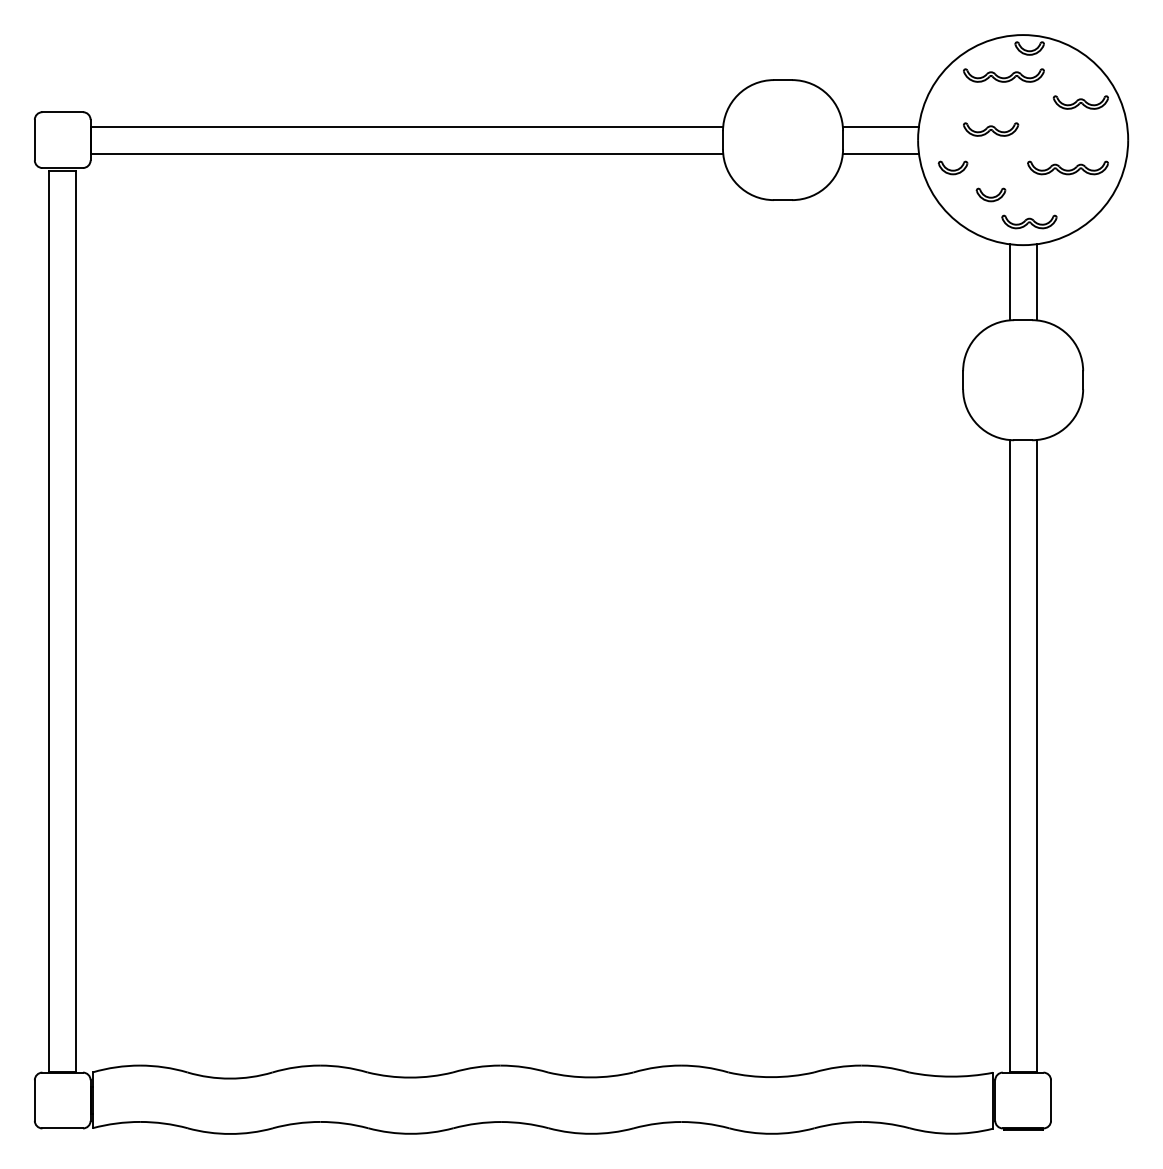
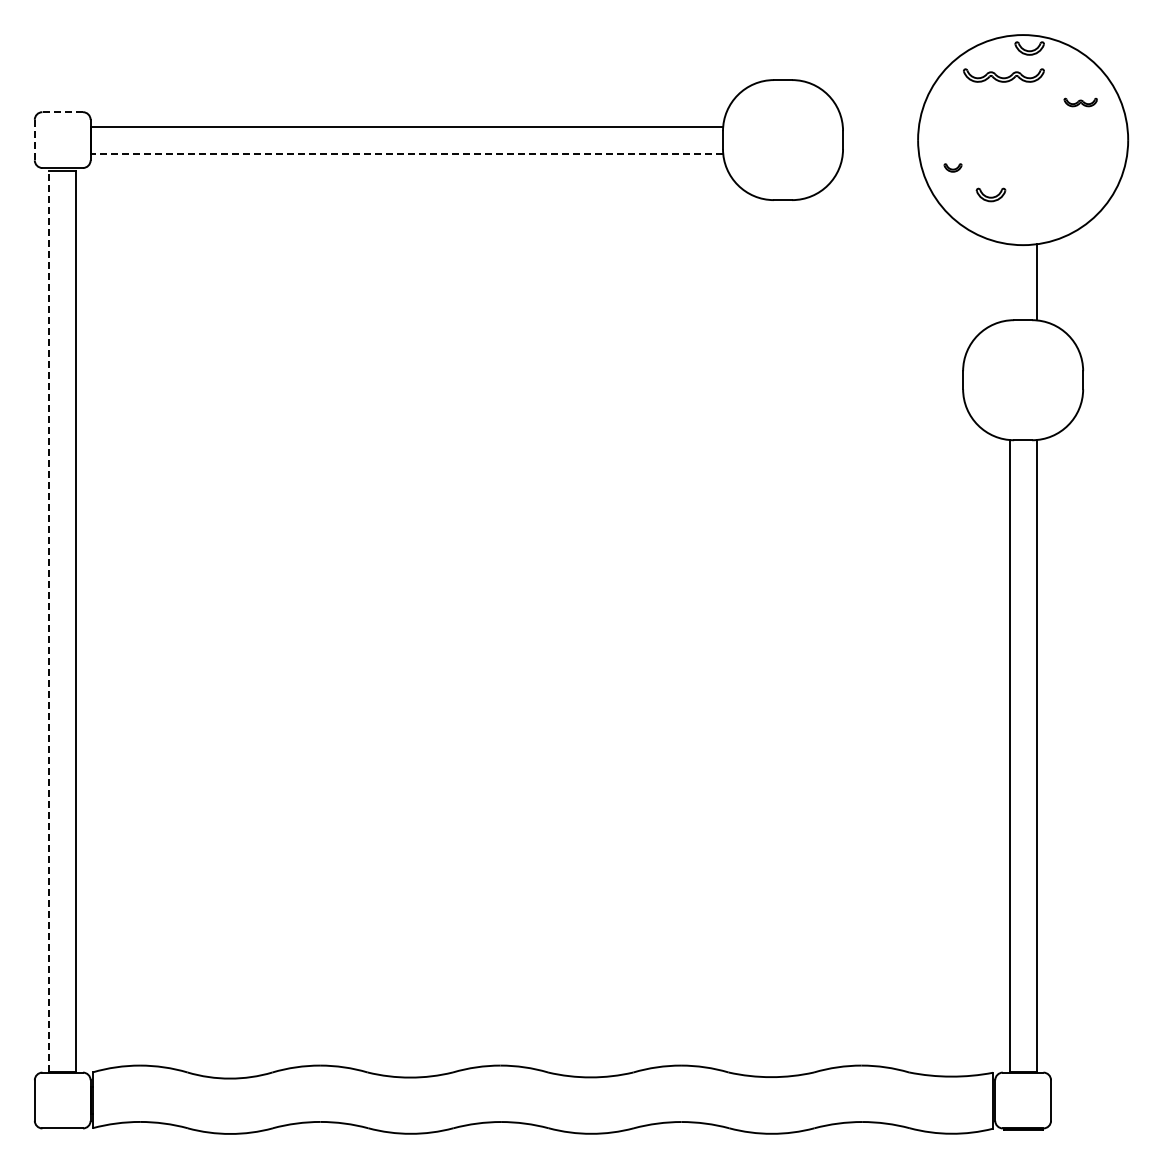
part at (1080, 102) size: 57x15 px -> 35x11 px
line at (62, 112): solid -> dashed
line at (880, 126): present -> none
part at (991, 129): present -> none
line at (34, 140): solid -> dashed
line at (407, 153): solid -> dashed
line at (880, 153): present -> none
part at (952, 167) size: 32x16 px -> 20x10 px
part at (1067, 167): present -> none
part at (1029, 221): present -> none
line at (1009, 282): present -> none
line at (49, 621): solid -> dashed
